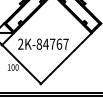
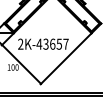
text at (49, 43): 2K-84767 -> 2K-43657
